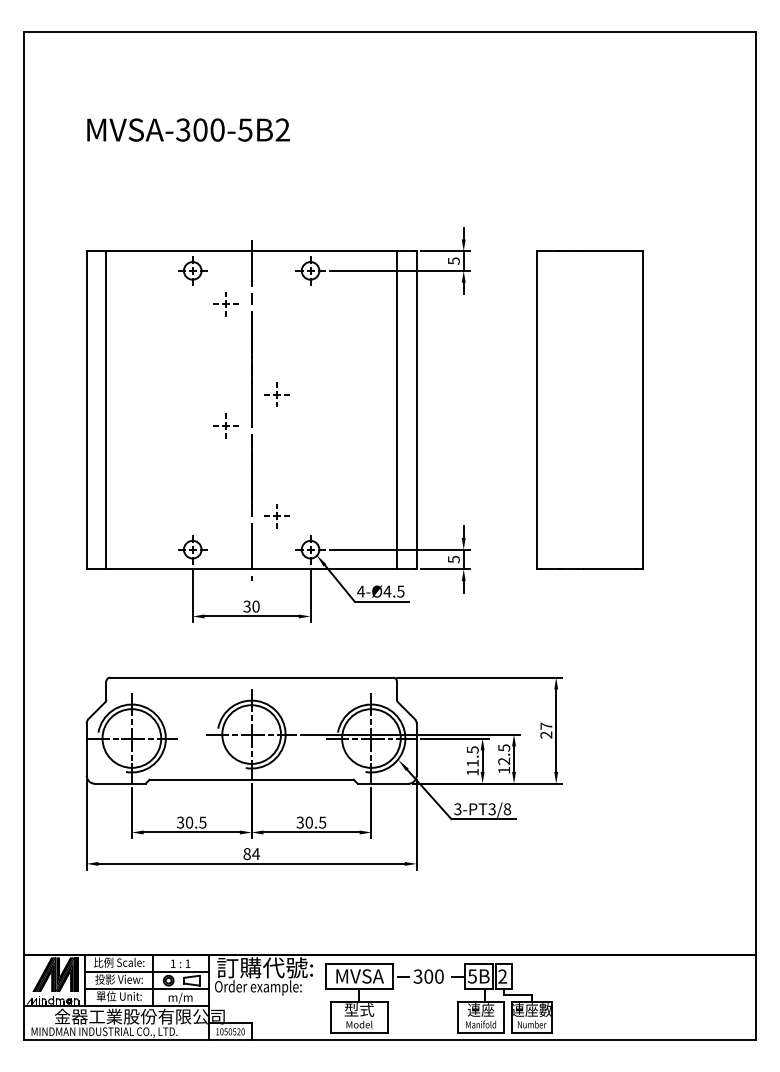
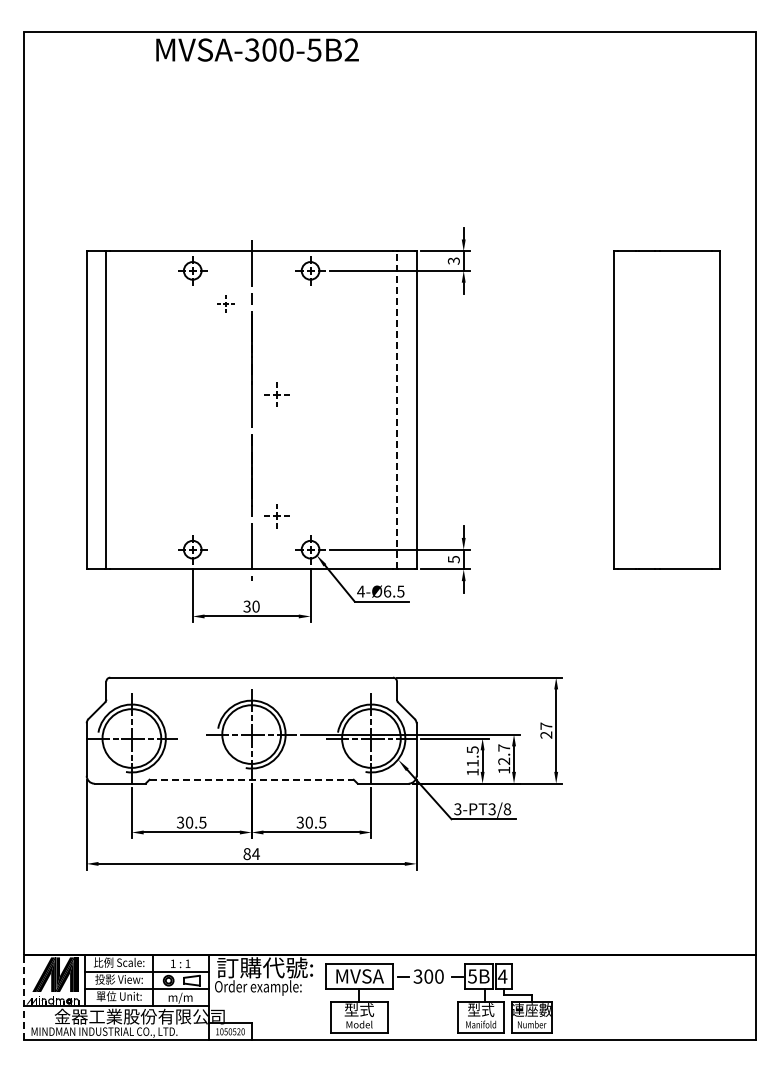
text at (188, 129) position: (188, 129) -> (257, 49)
text at (452, 260): 5 -> 3
part at (225, 304) size: 26x25 px -> 18x18 px
line at (396, 409): solid -> dashed
part at (589, 409) position: (589, 409) -> (666, 409)
part at (225, 425): present -> none
text at (387, 591): 4-Ø4.5 -> 4-Ø6.5
text at (504, 747): 12.5 -> 12.7
line at (252, 779): solid -> dashed
text at (502, 976): 2 -> 4
line at (23, 997): solid -> dashed
text at (481, 1009): 連座 -> 型式
